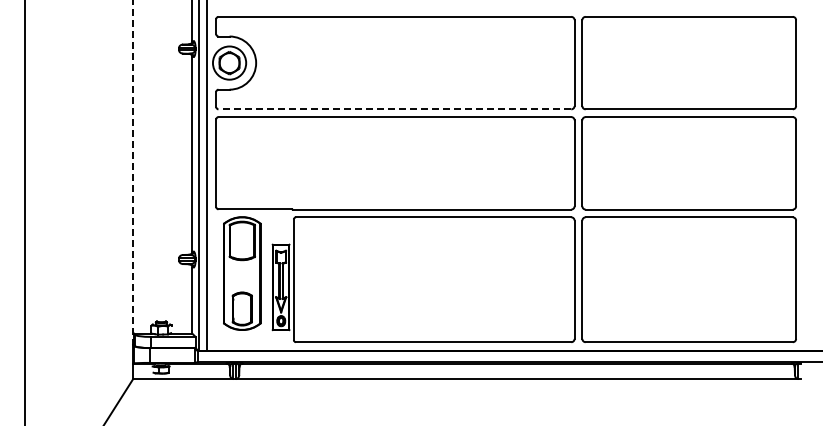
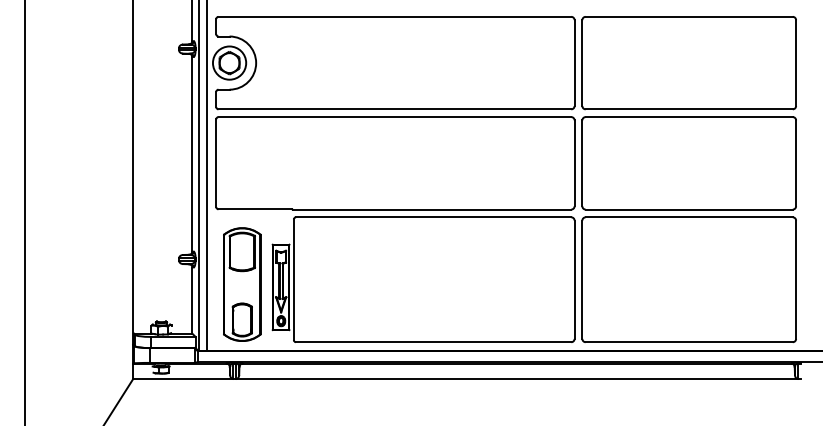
line at (394, 109): dashed -> solid
line at (133, 172): dashed -> solid
part at (242, 273) position: (242, 273) -> (242, 284)
